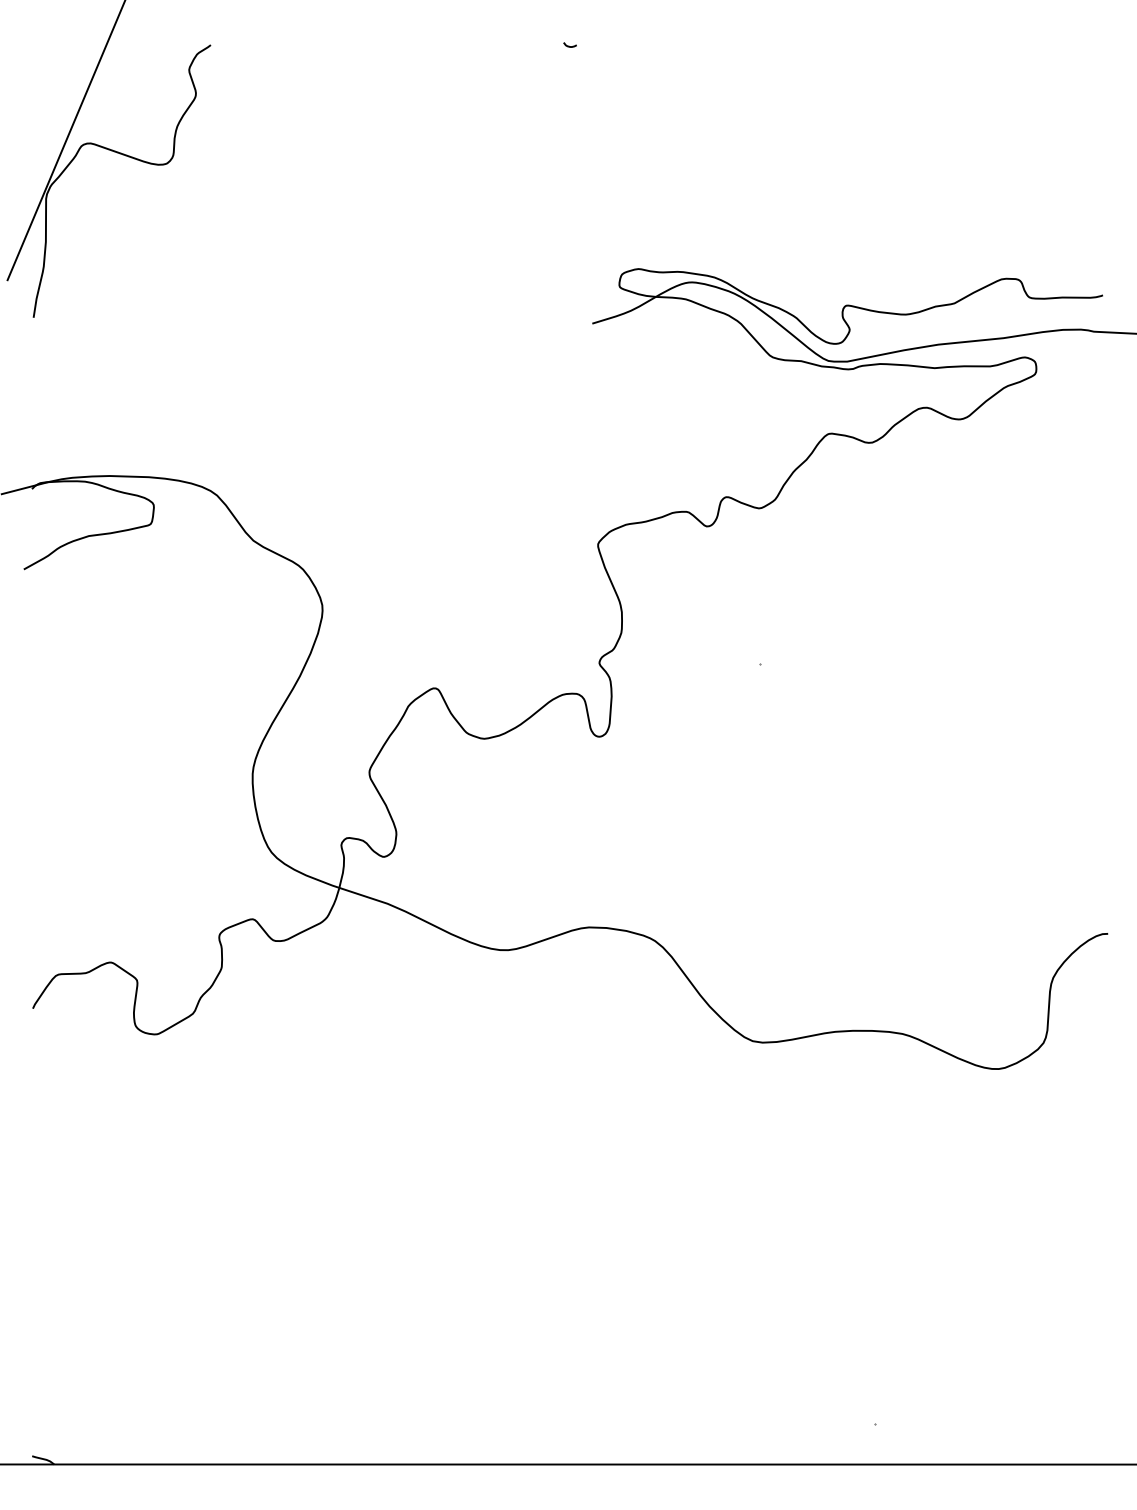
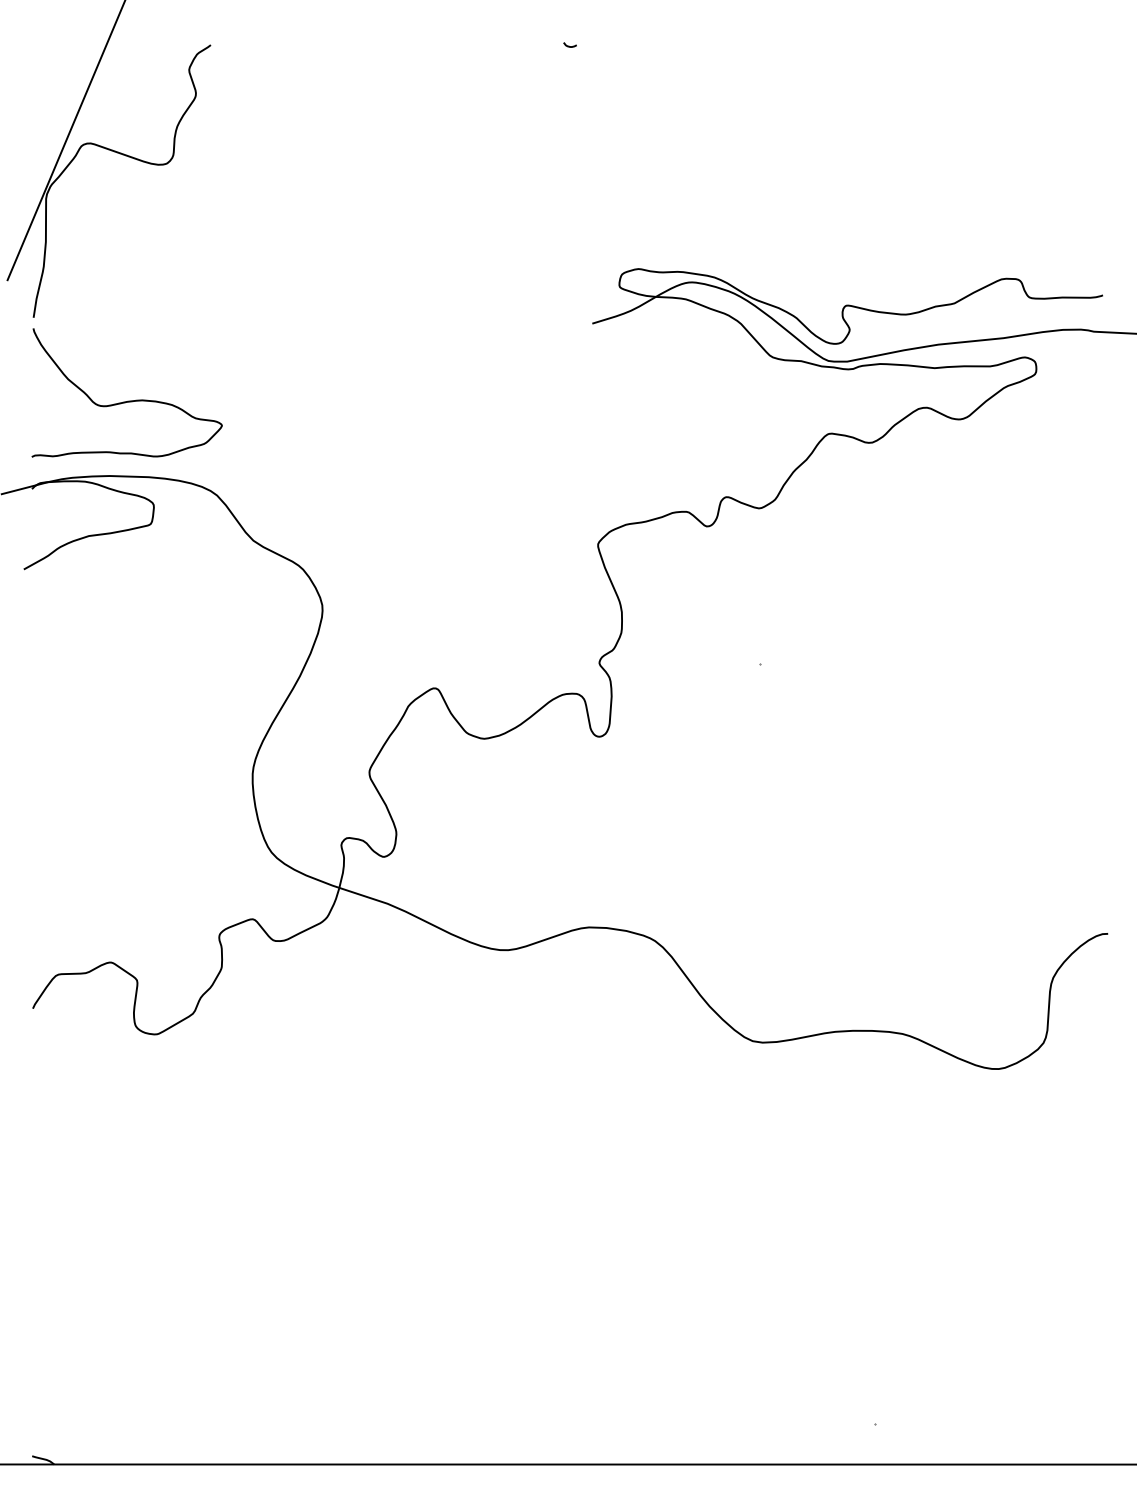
curve at (127, 400): none -> present
